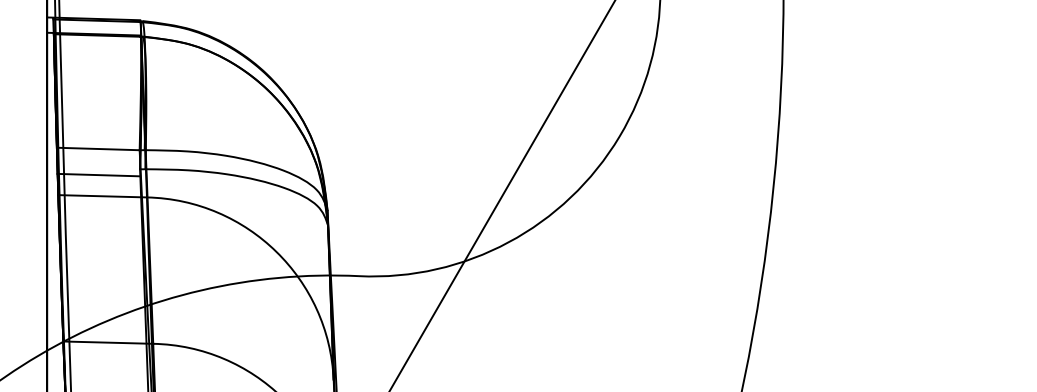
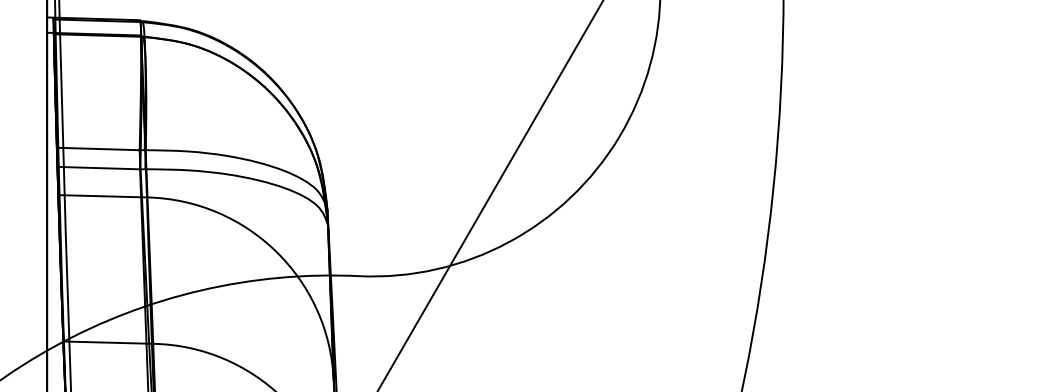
line at (98, 174) position: (98, 174) -> (98, 167)
line at (502, 195) position: (502, 195) -> (490, 195)
